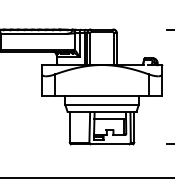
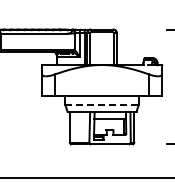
line at (102, 104): solid -> dashed
